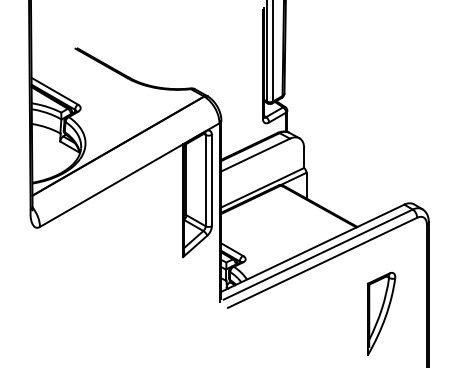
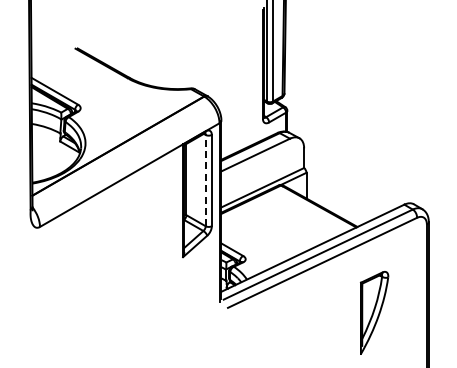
line at (205, 180): solid -> dashed
part at (381, 313) position: (381, 313) -> (374, 312)
